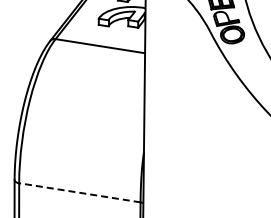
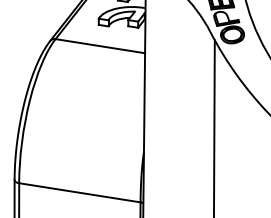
line at (213, 127): none -> present
line at (79, 192): dashed -> solid
